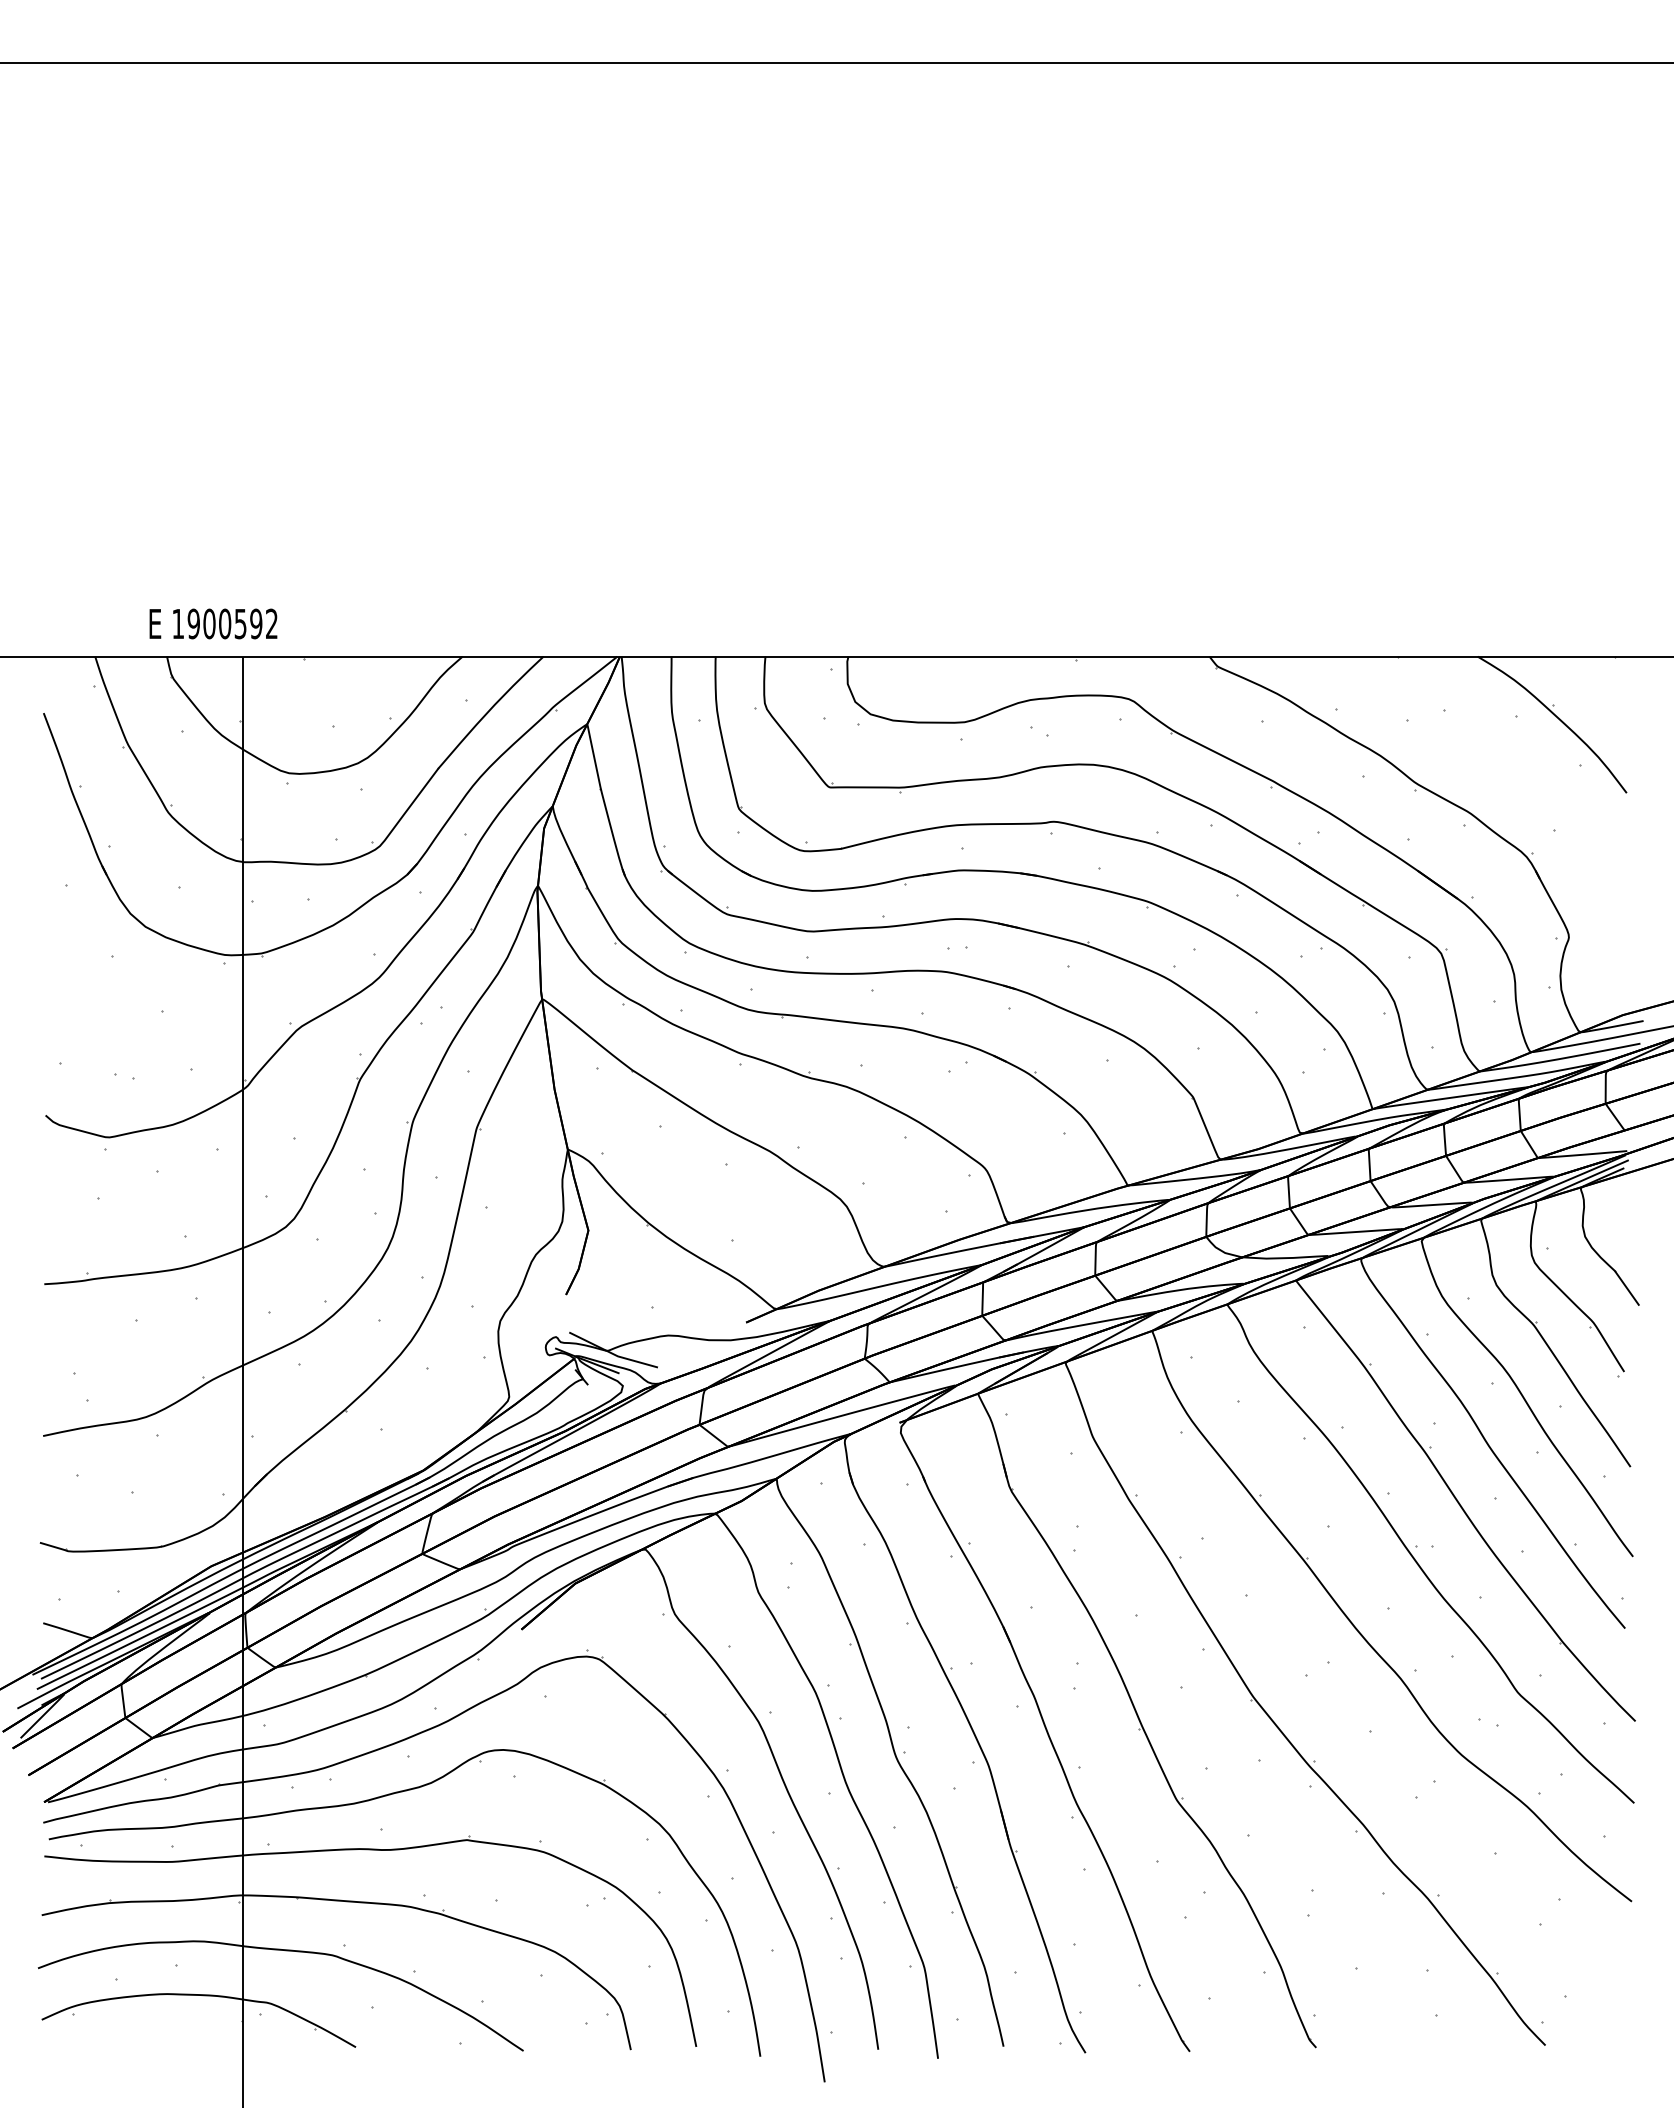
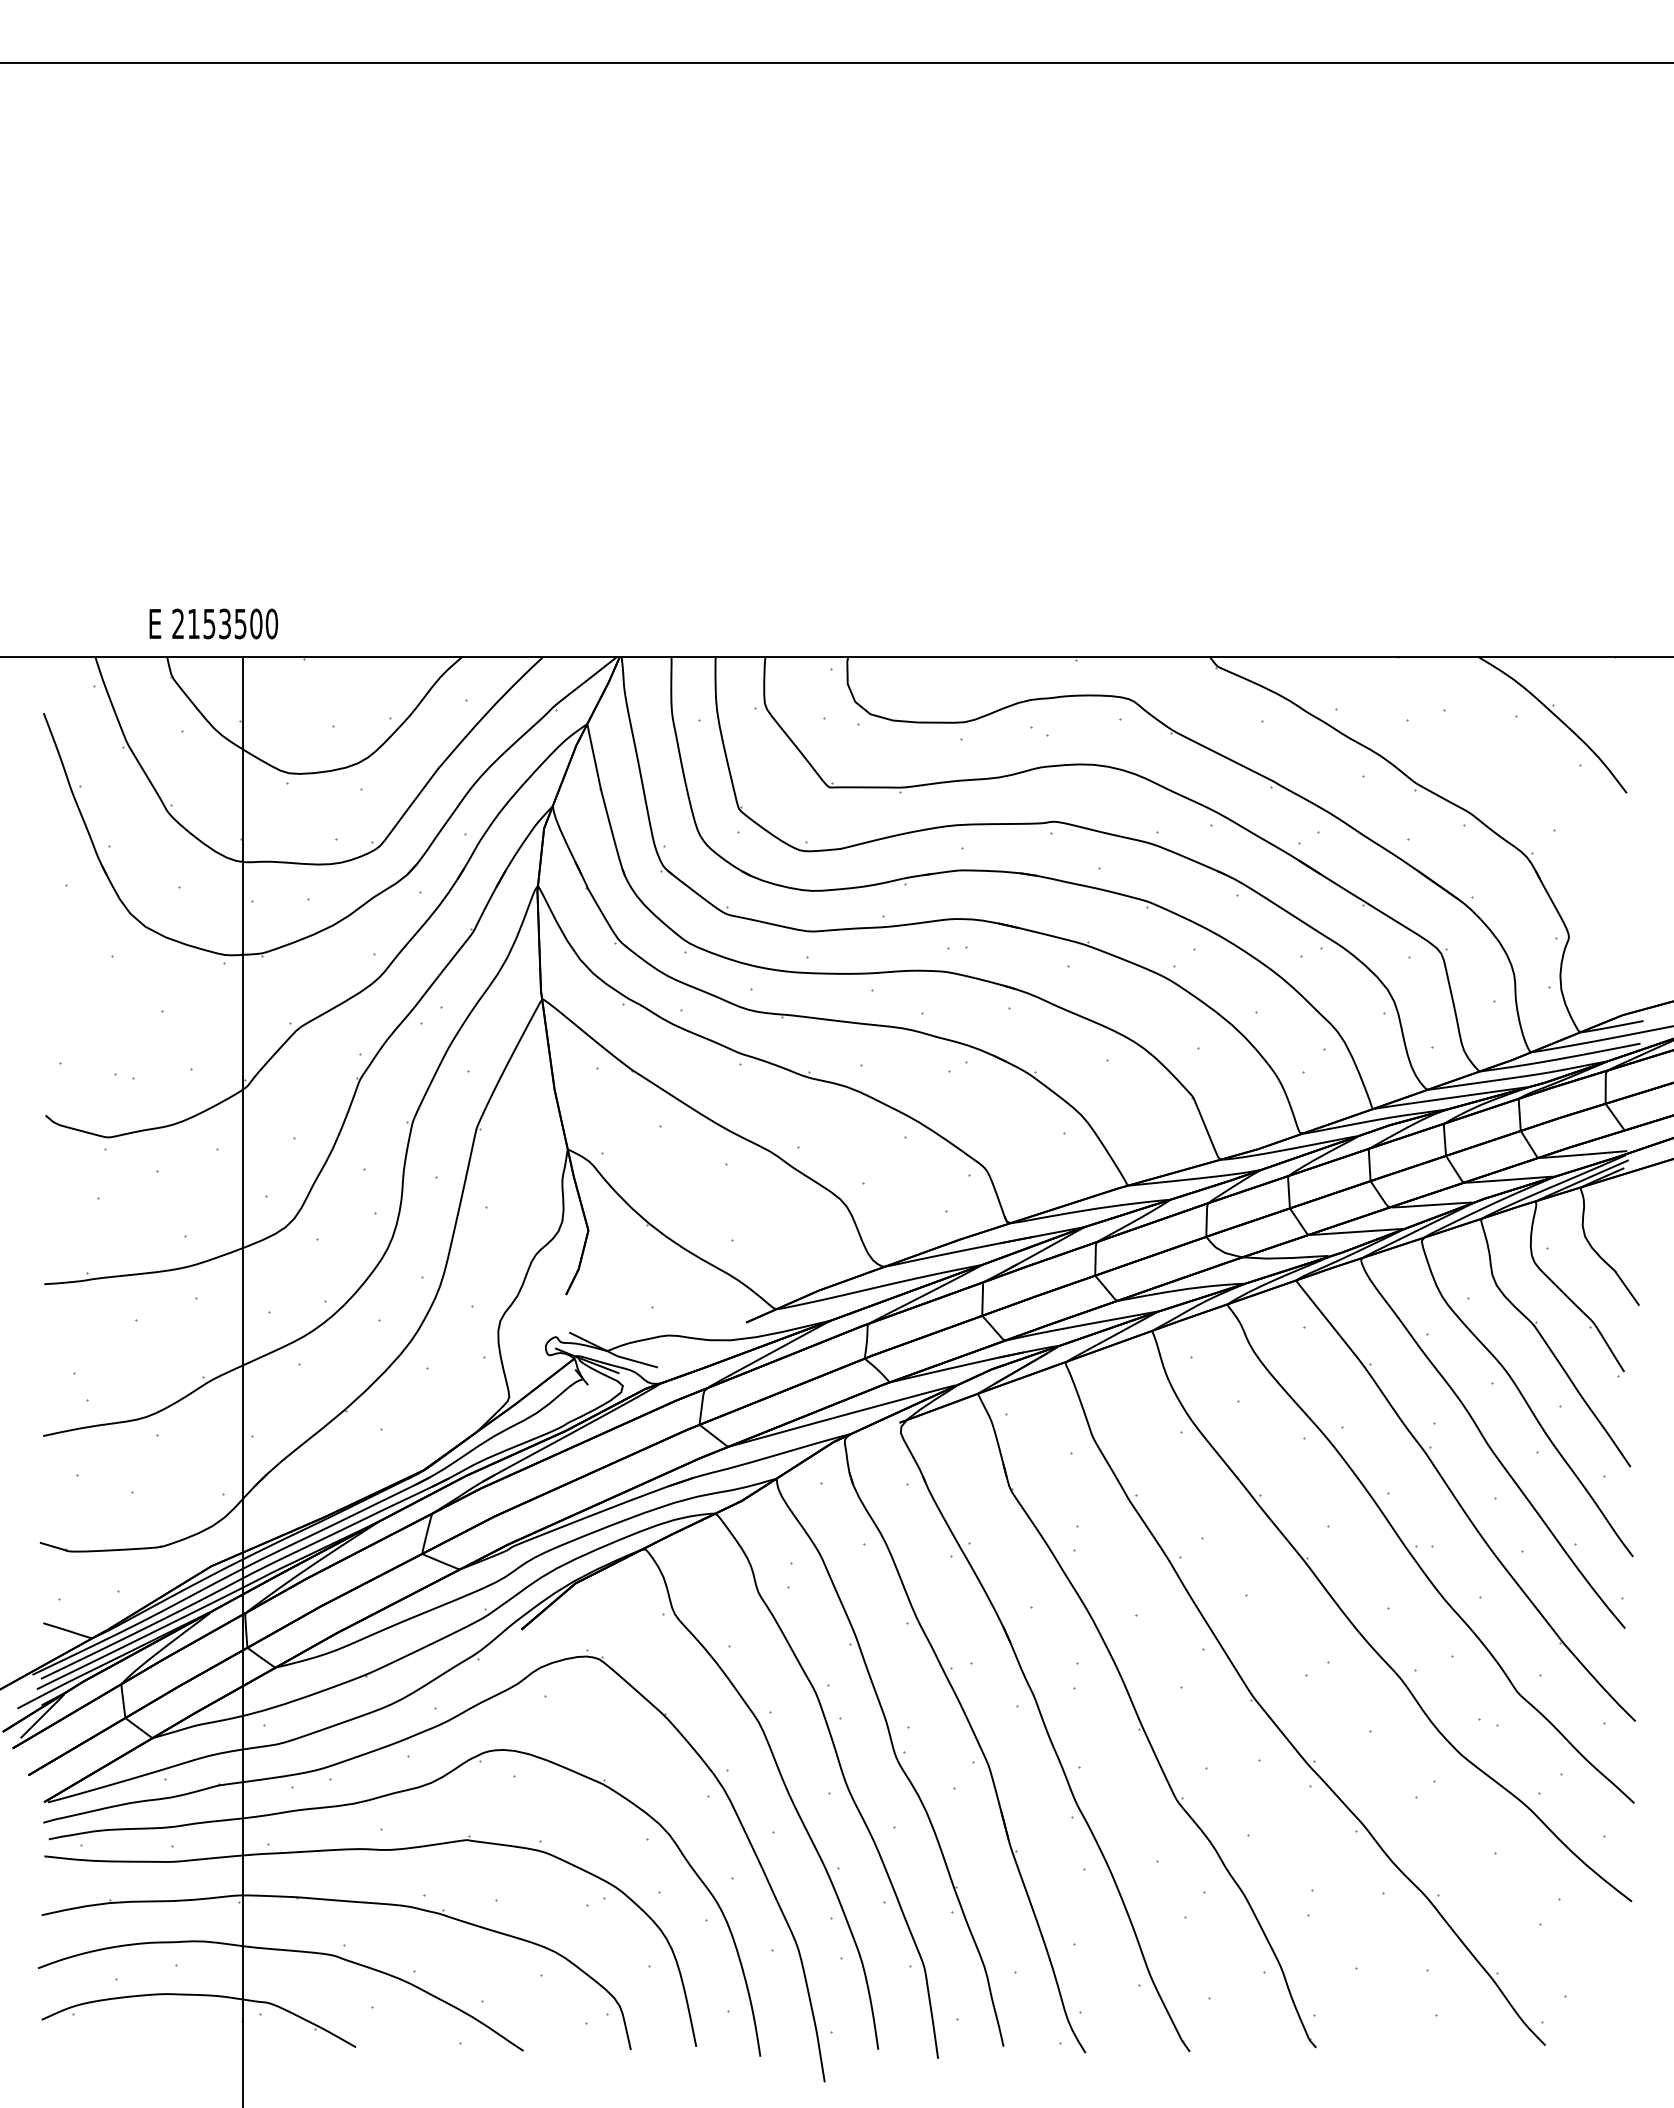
text at (225, 623): 1900592 -> 2153500
